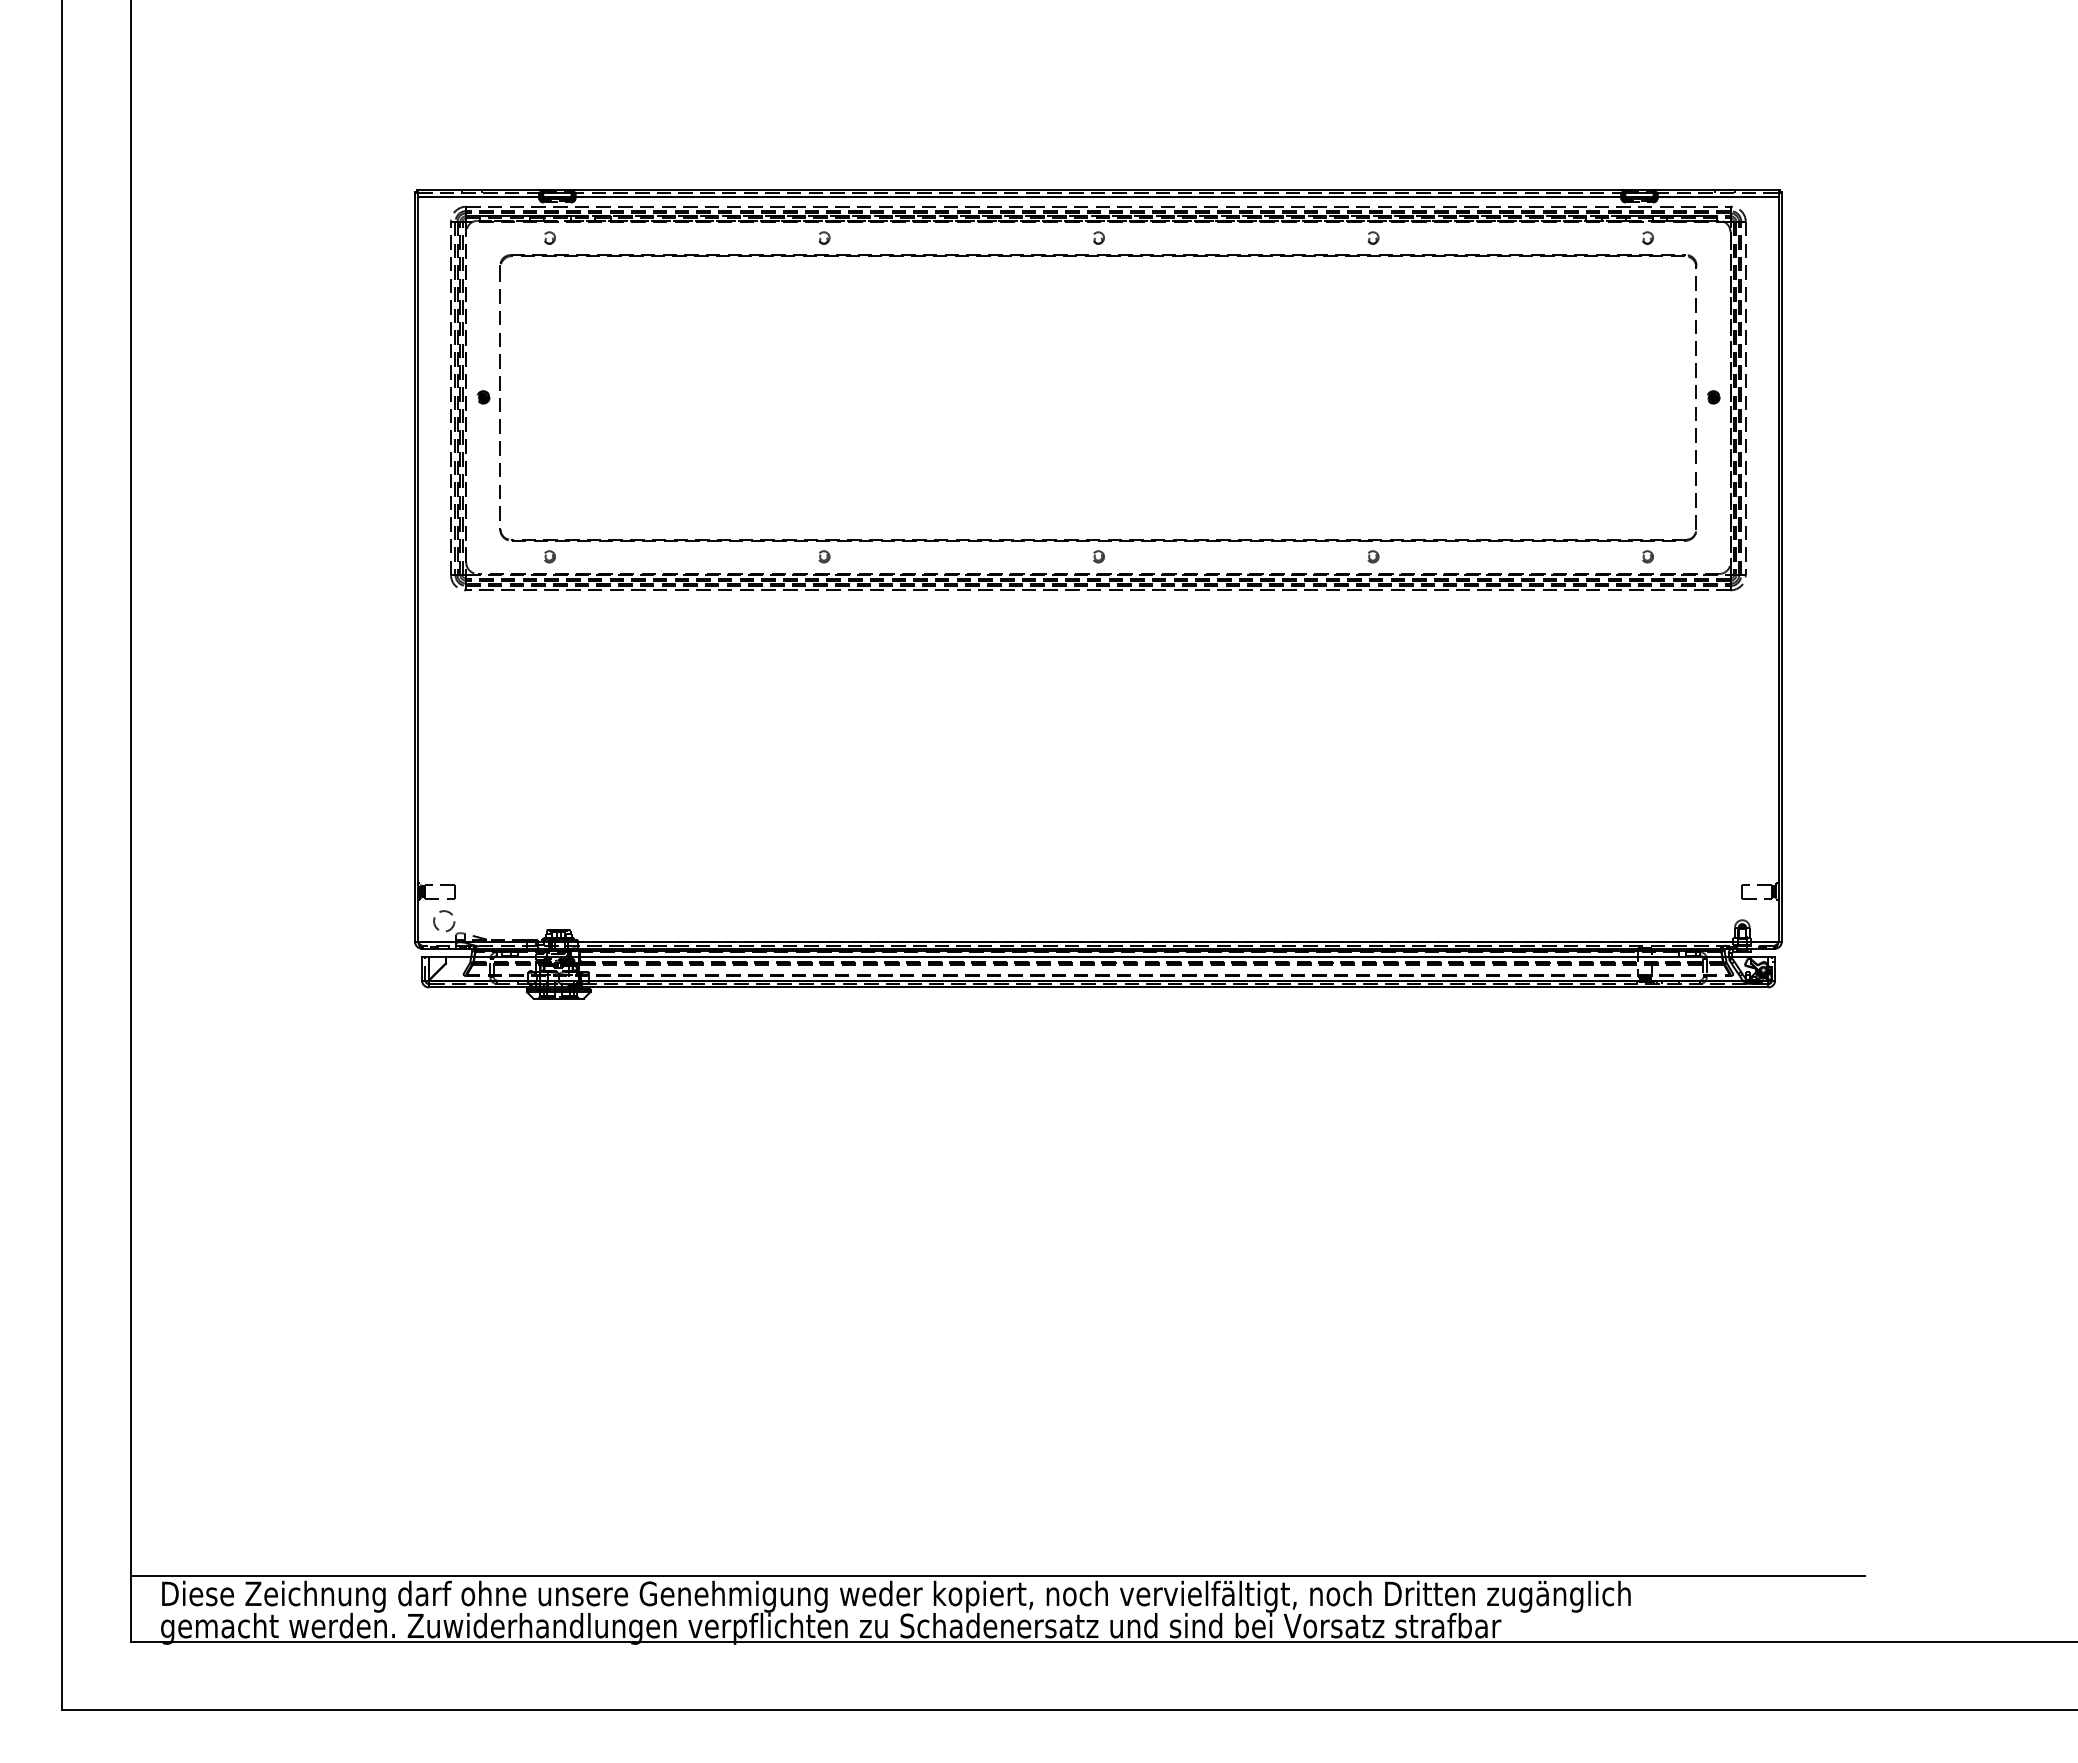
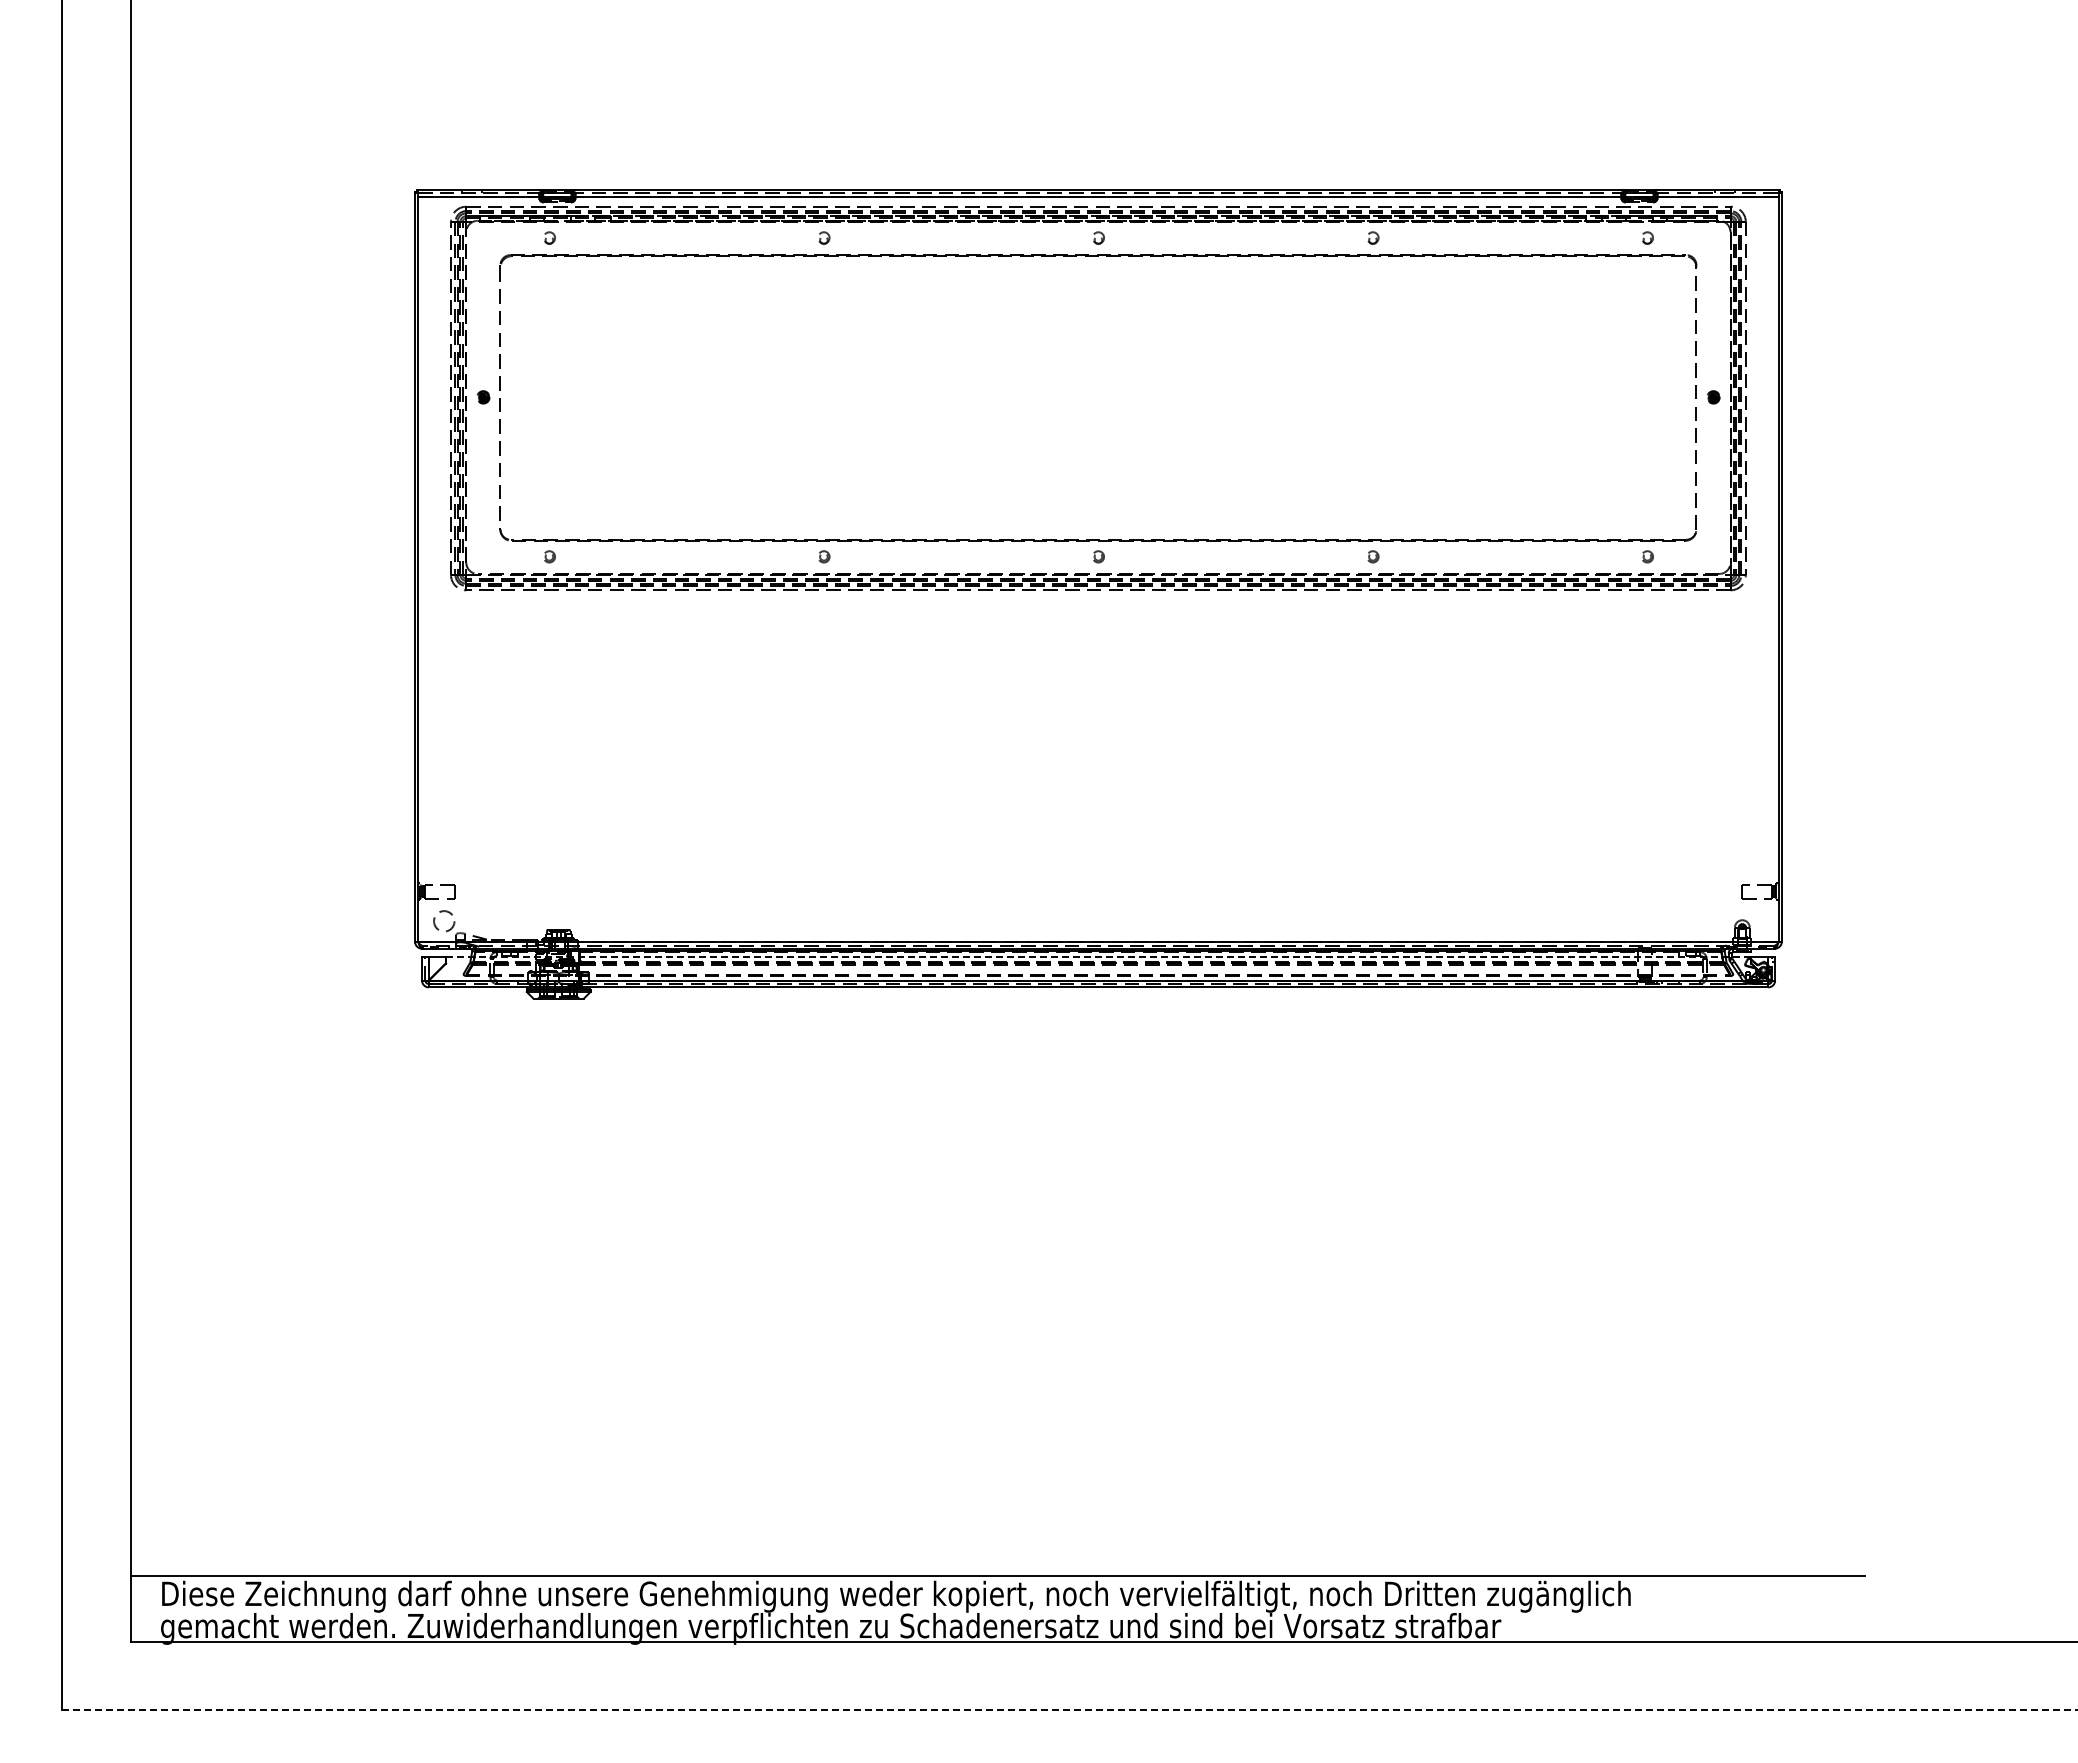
line at (1098, 956): solid -> dashed
line at (1070, 1710): solid -> dashed
